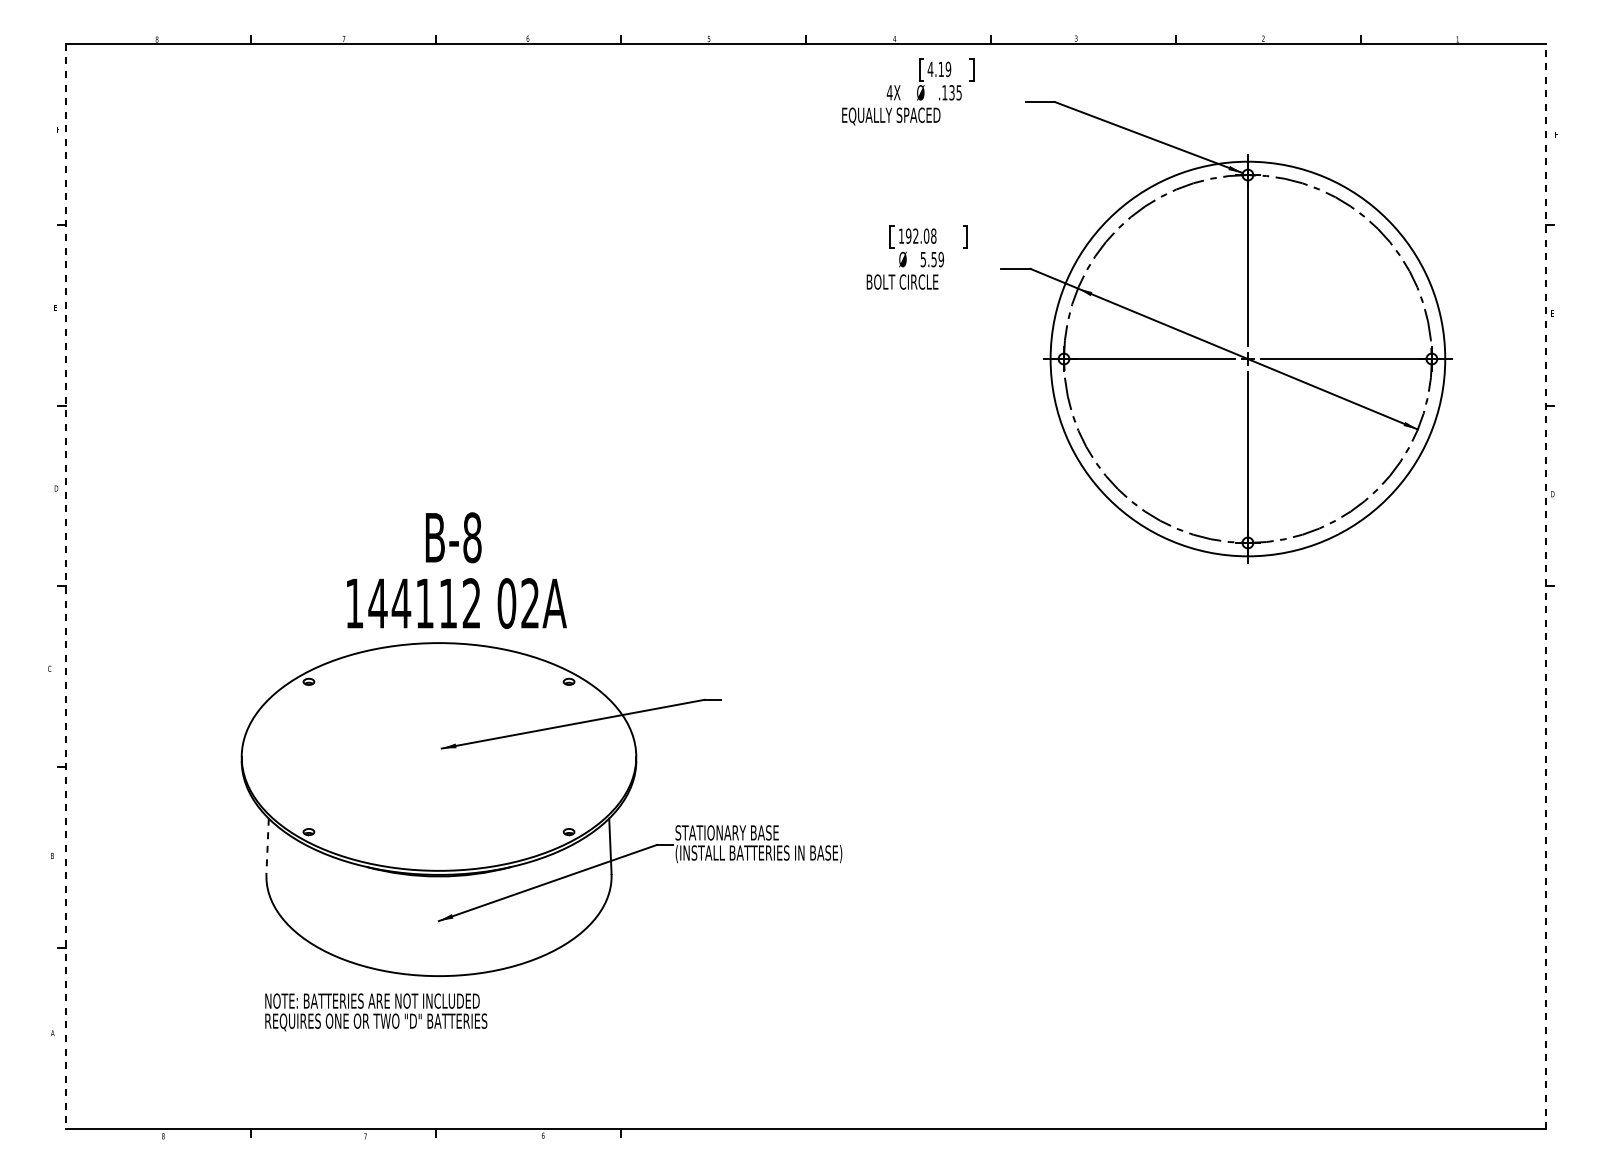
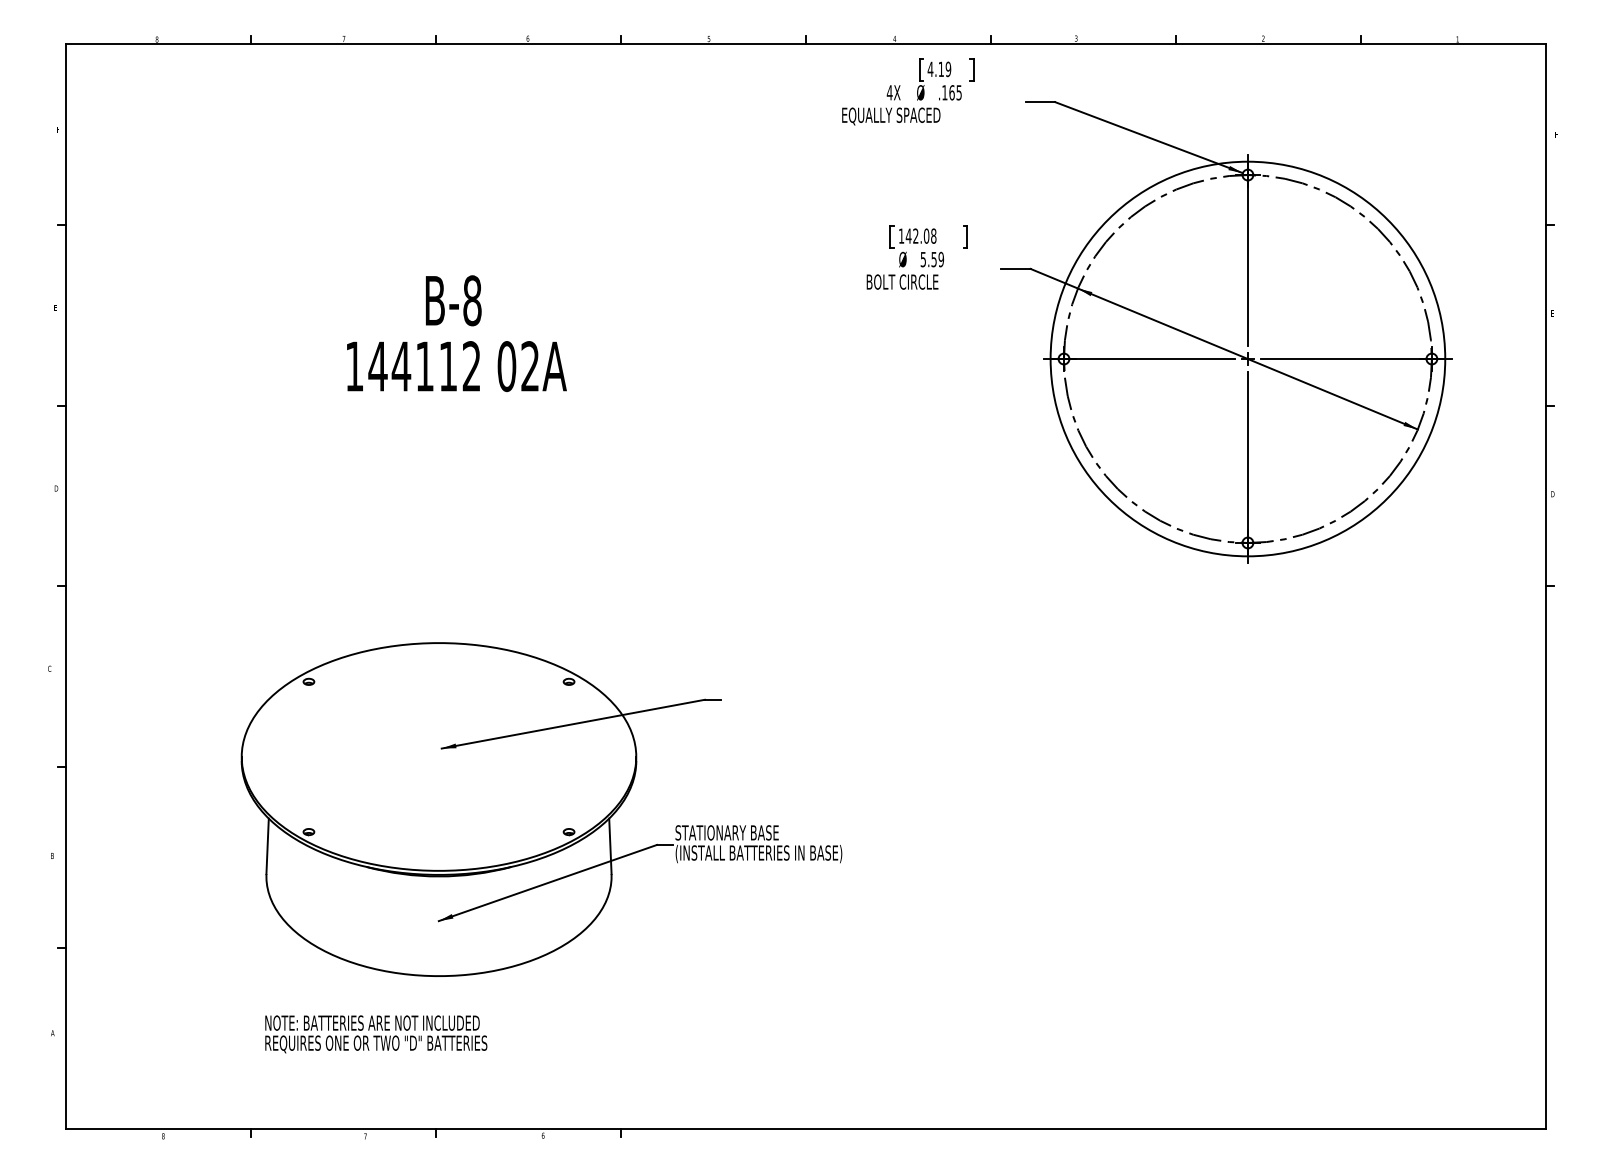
text at (951, 92): .135 -> .165
text at (908, 235): 192.08 -> 142.08
text at (456, 570) position: (456, 570) -> (456, 333)
line at (66, 586): dashed -> solid
line at (1545, 586): dashed -> solid
line at (267, 846): dashed -> solid
text at (376, 1012) position: (376, 1012) -> (376, 1034)
